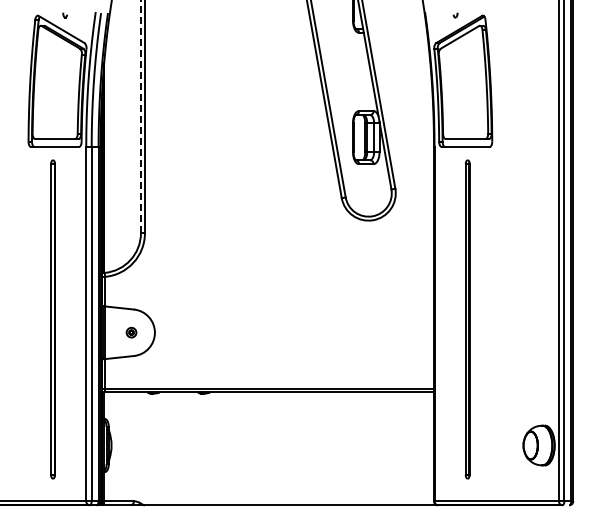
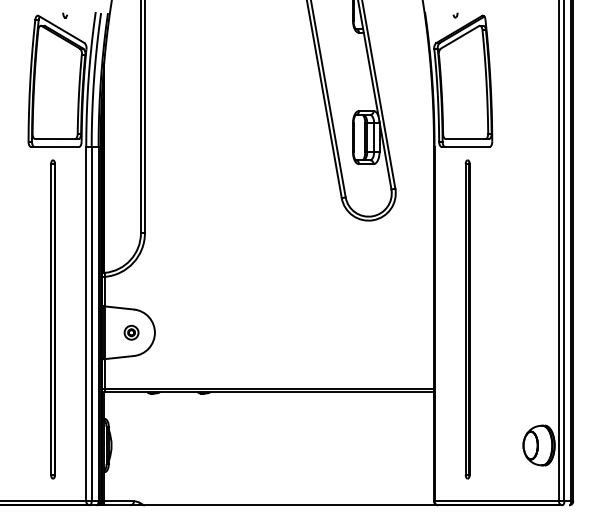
line at (140, 116): dashed -> solid
part at (131, 332) size: 13x13 px -> 17x17 px
